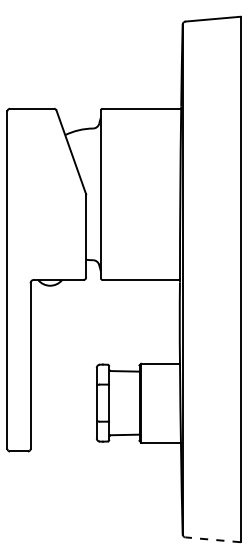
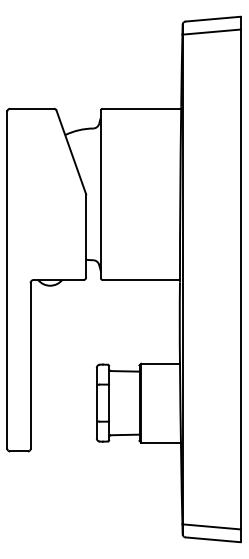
line at (211, 31): none -> present
line at (211, 526): none -> present
line at (213, 539): dashed -> solid
